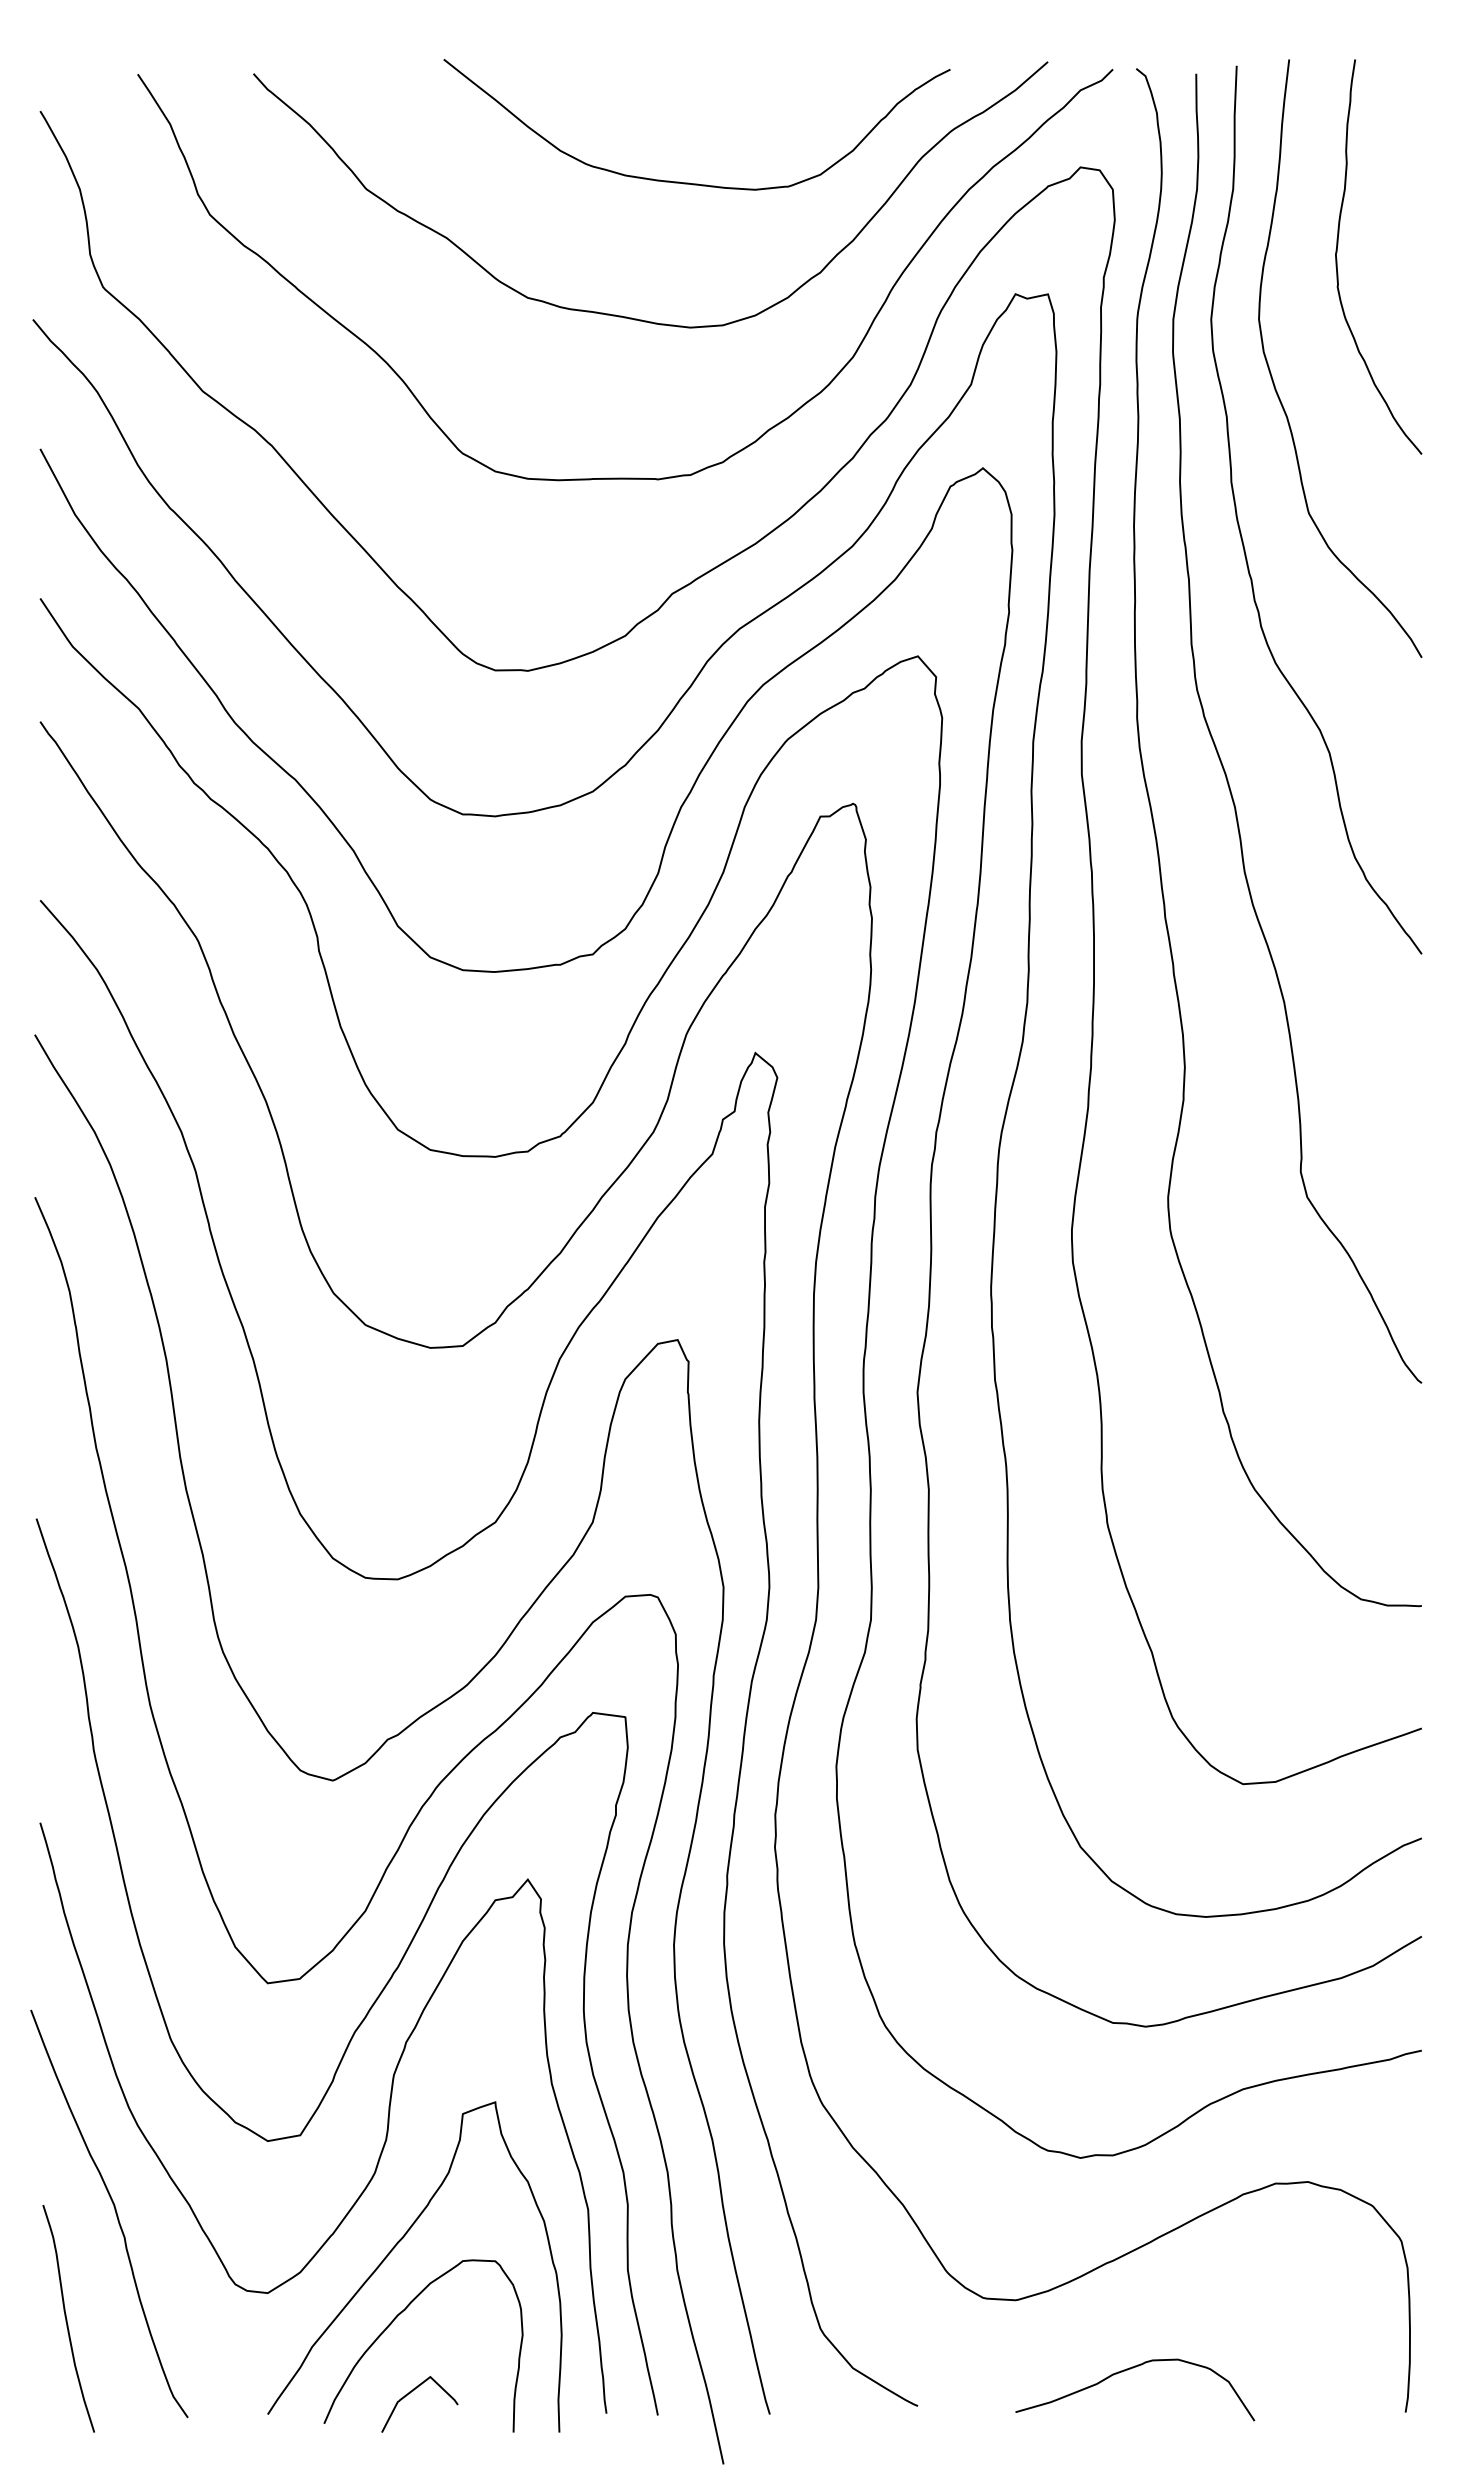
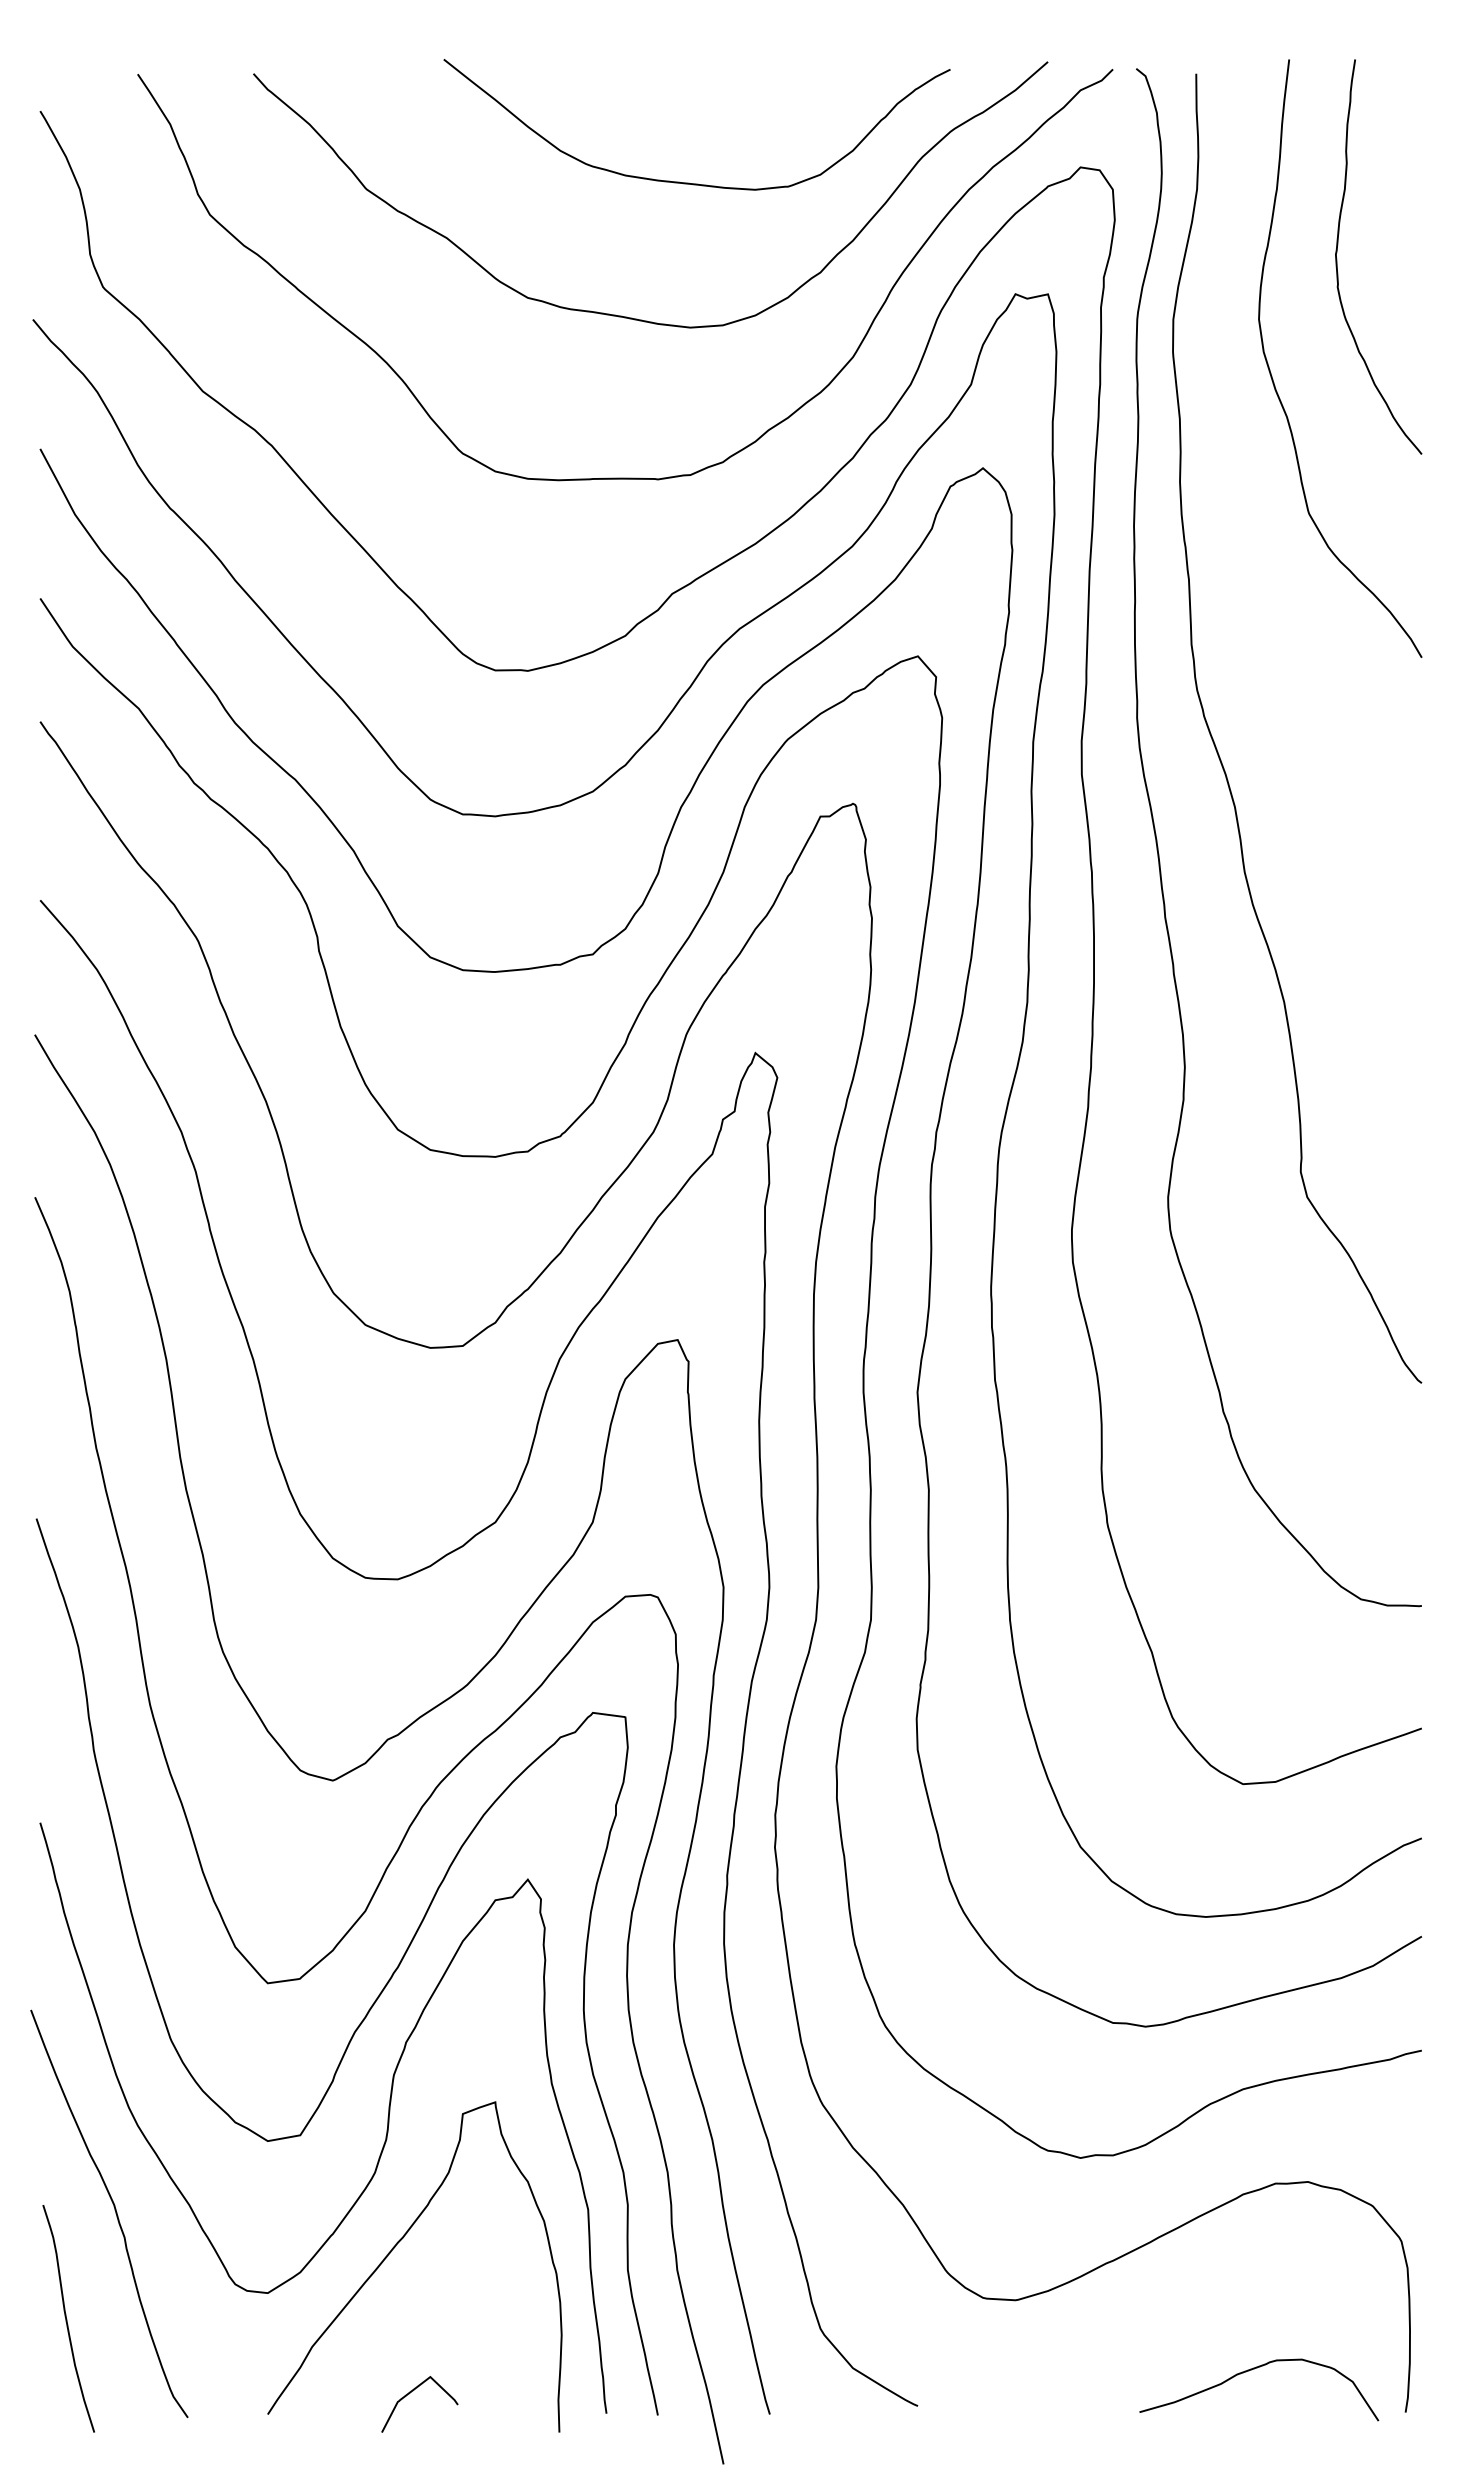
curve at (1239, 523): present -> none
curve at (392, 2323): present -> none
curve at (1125, 2371) position: (1125, 2371) -> (1249, 2371)
